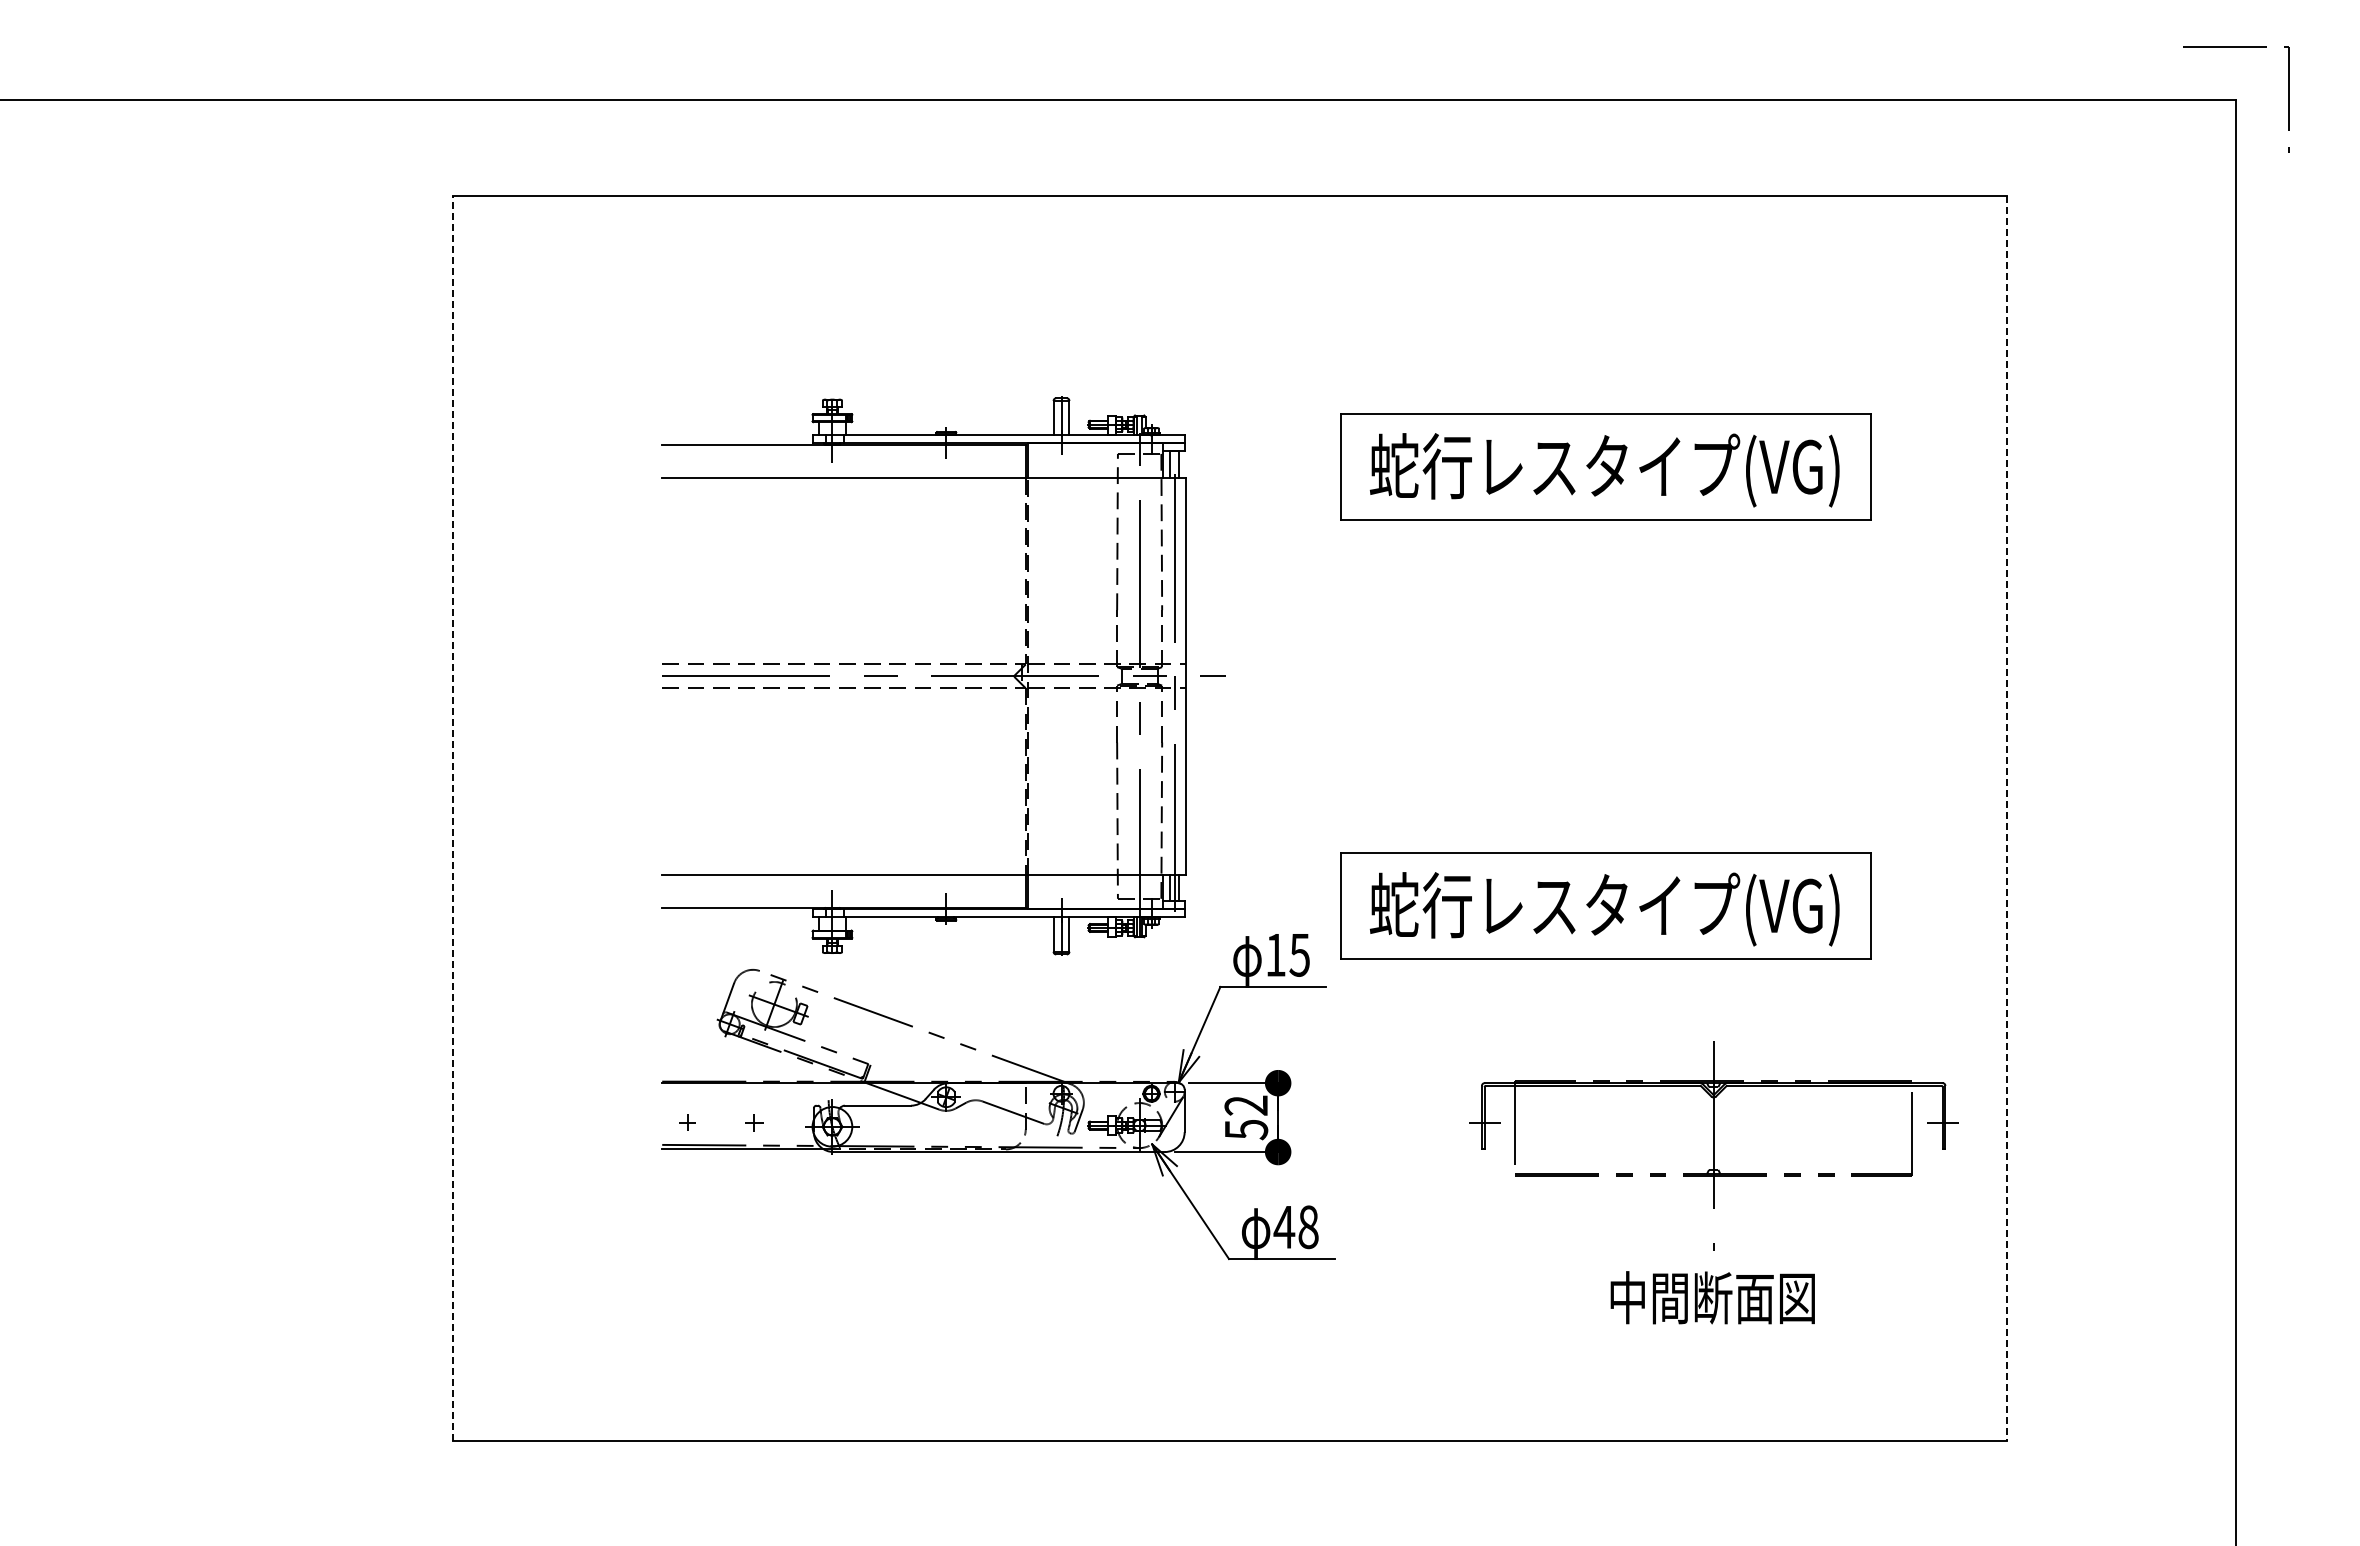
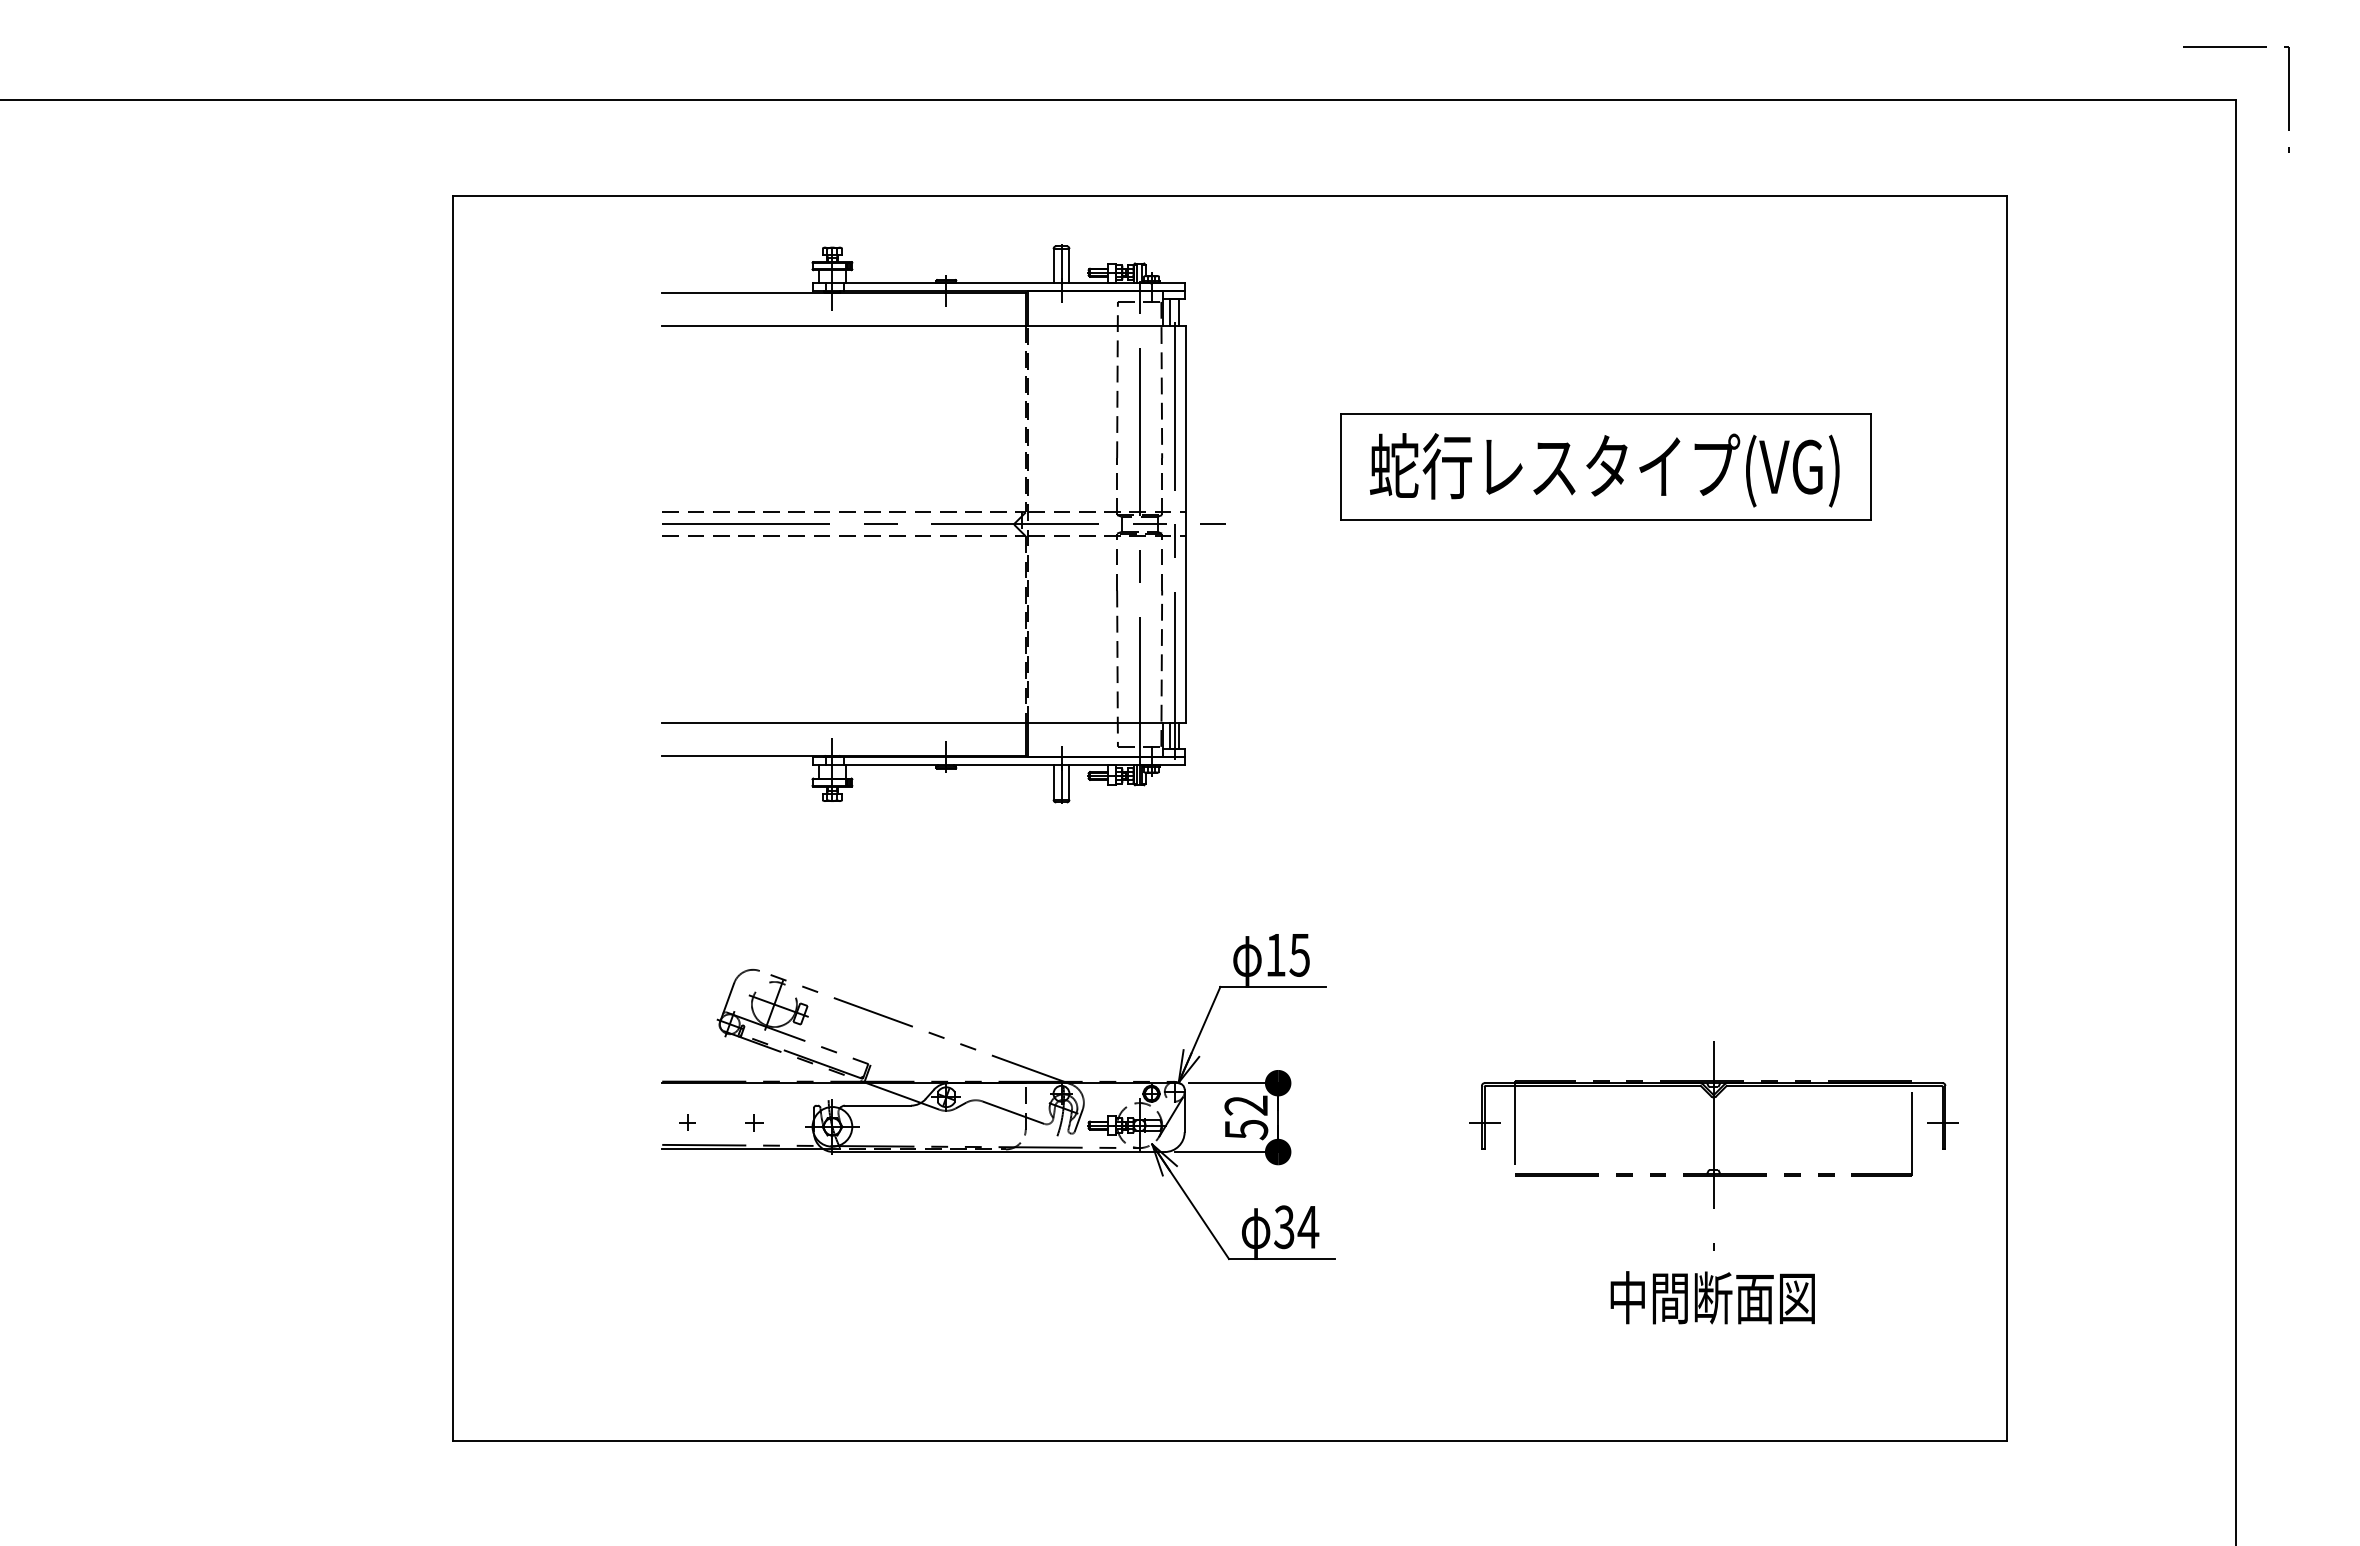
part at (943, 675) position: (943, 675) -> (943, 523)
line at (453, 817): dashed -> solid
line at (2007, 818): dashed -> solid
part at (1605, 905): present -> none
text at (1296, 1227): 48 -> 34
